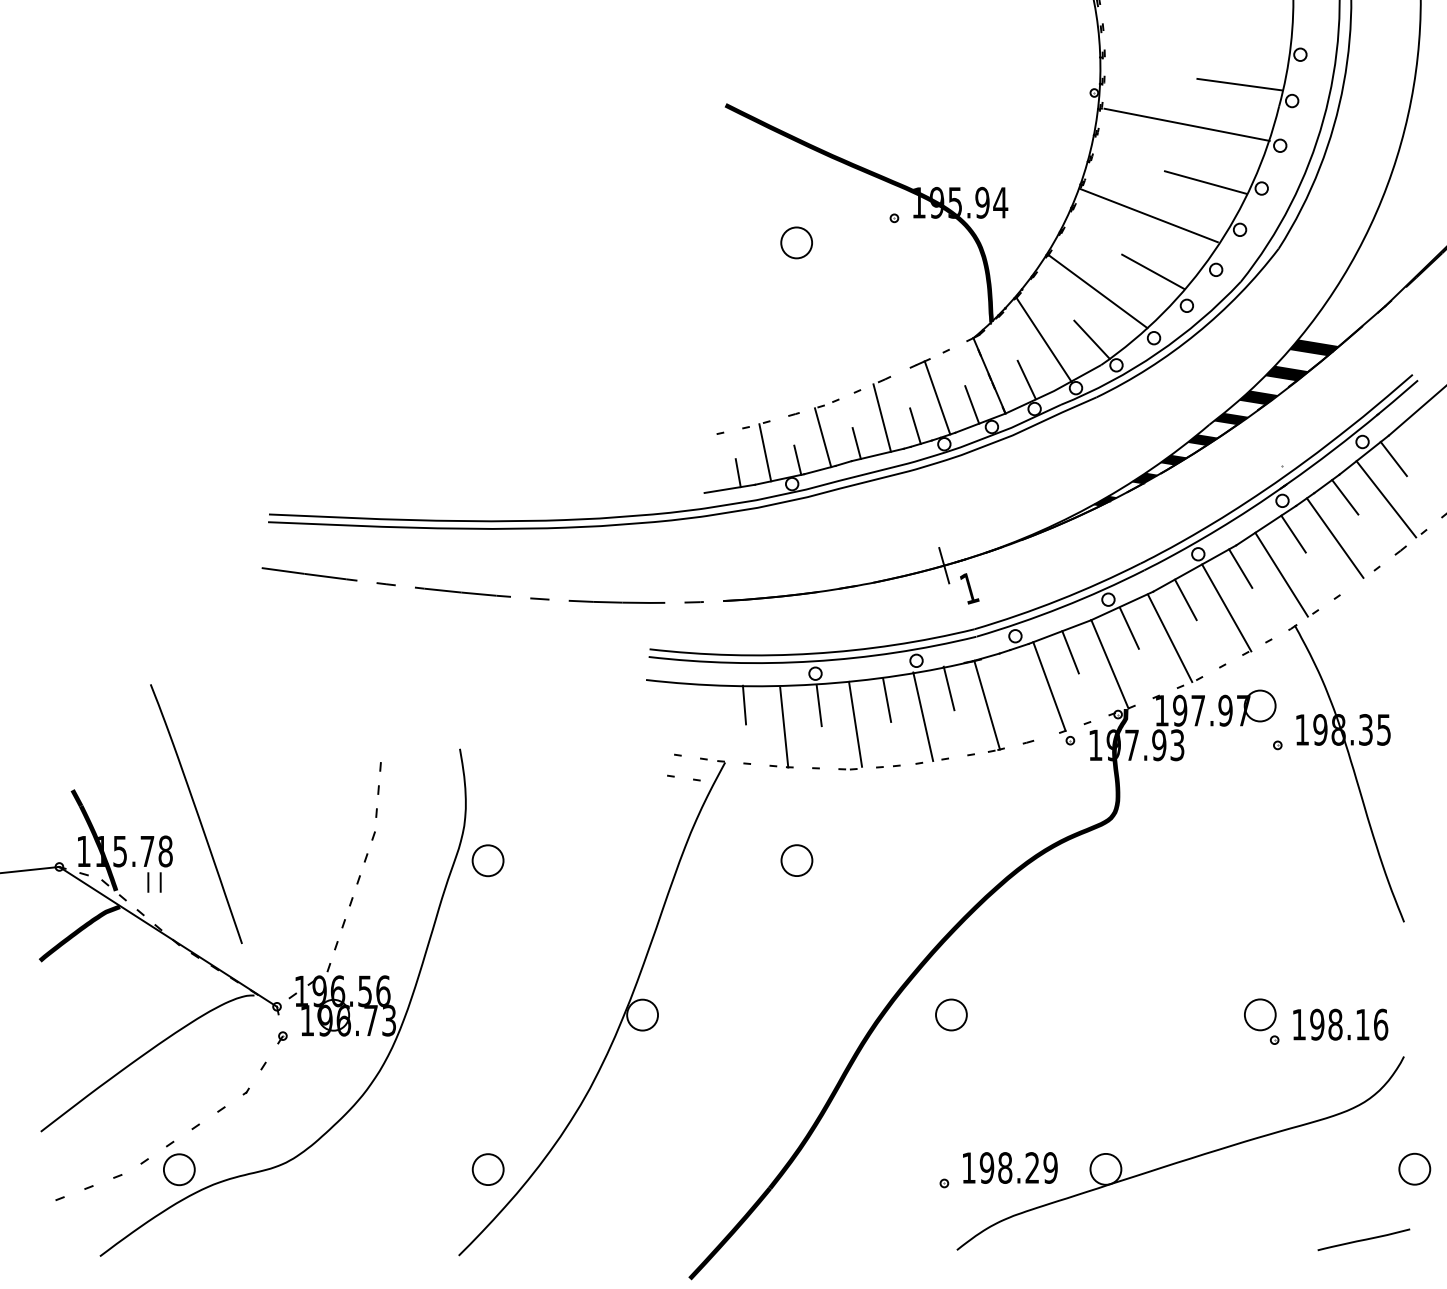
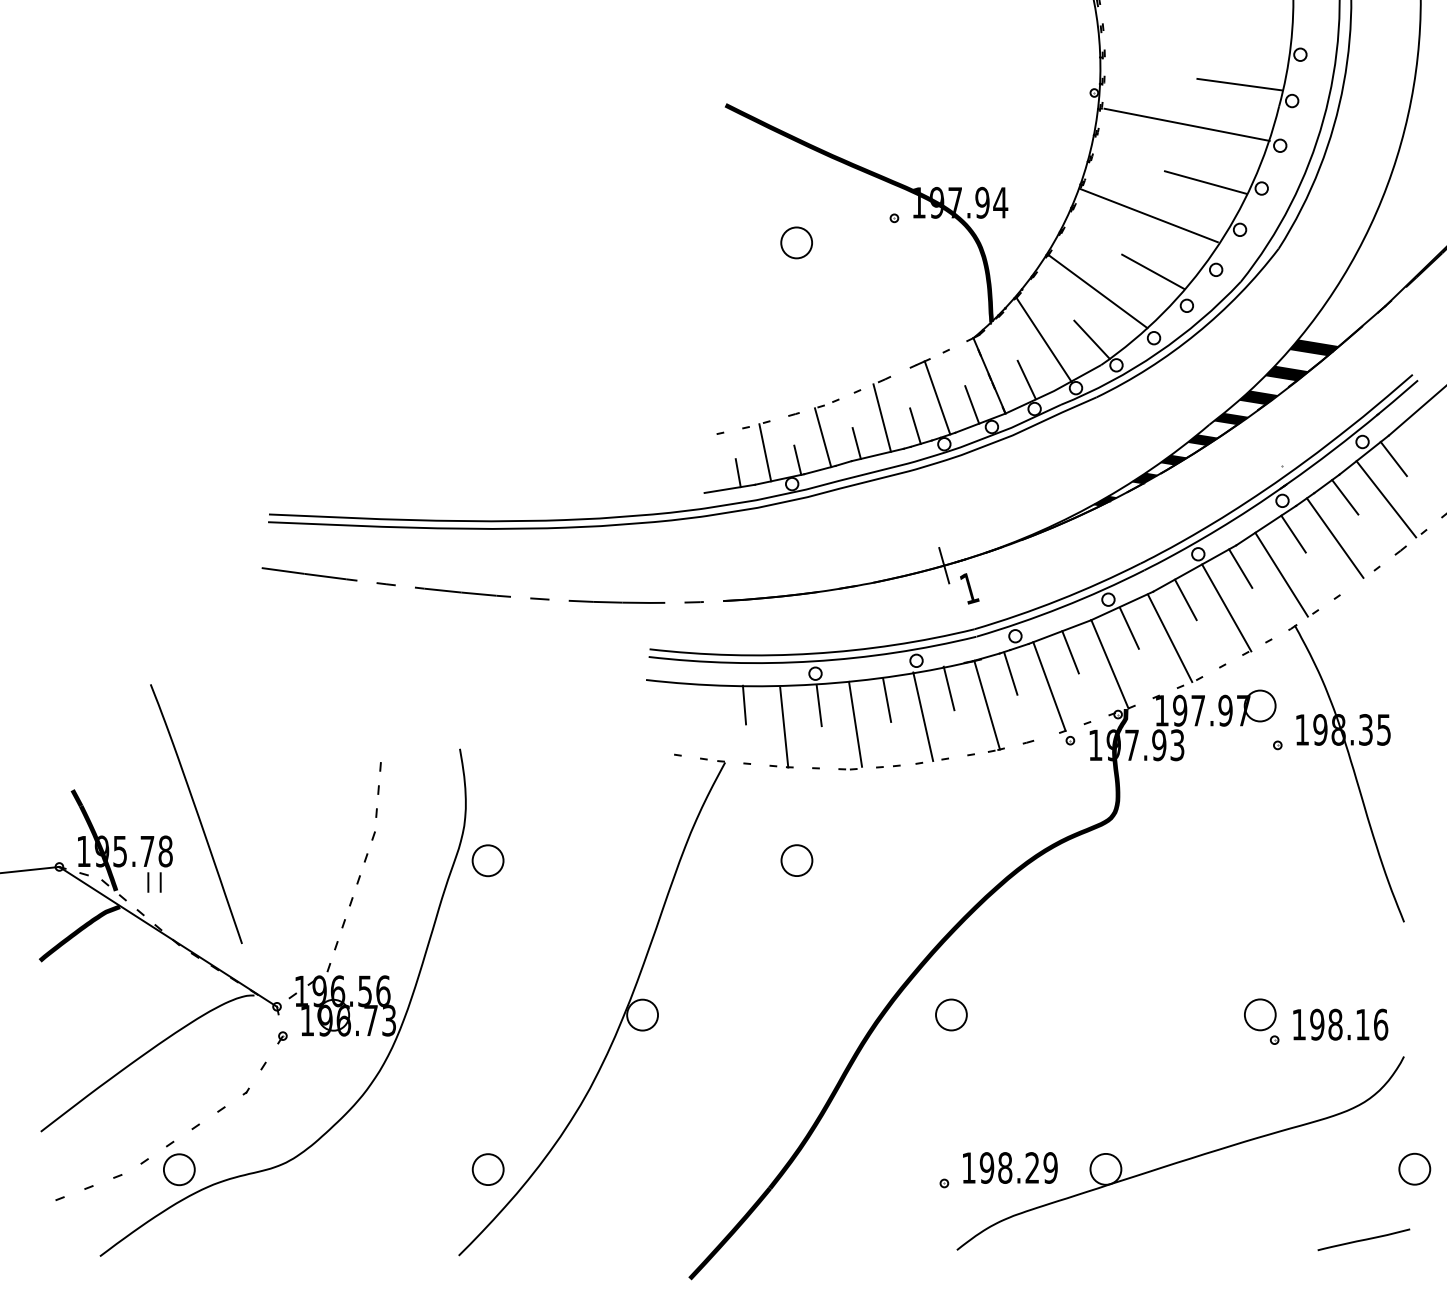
text at (954, 202): 195.94 -> 197.94
line at (1010, 673): none -> present
line at (674, 777): present -> none
text at (101, 851): 115.78 -> 195.78
